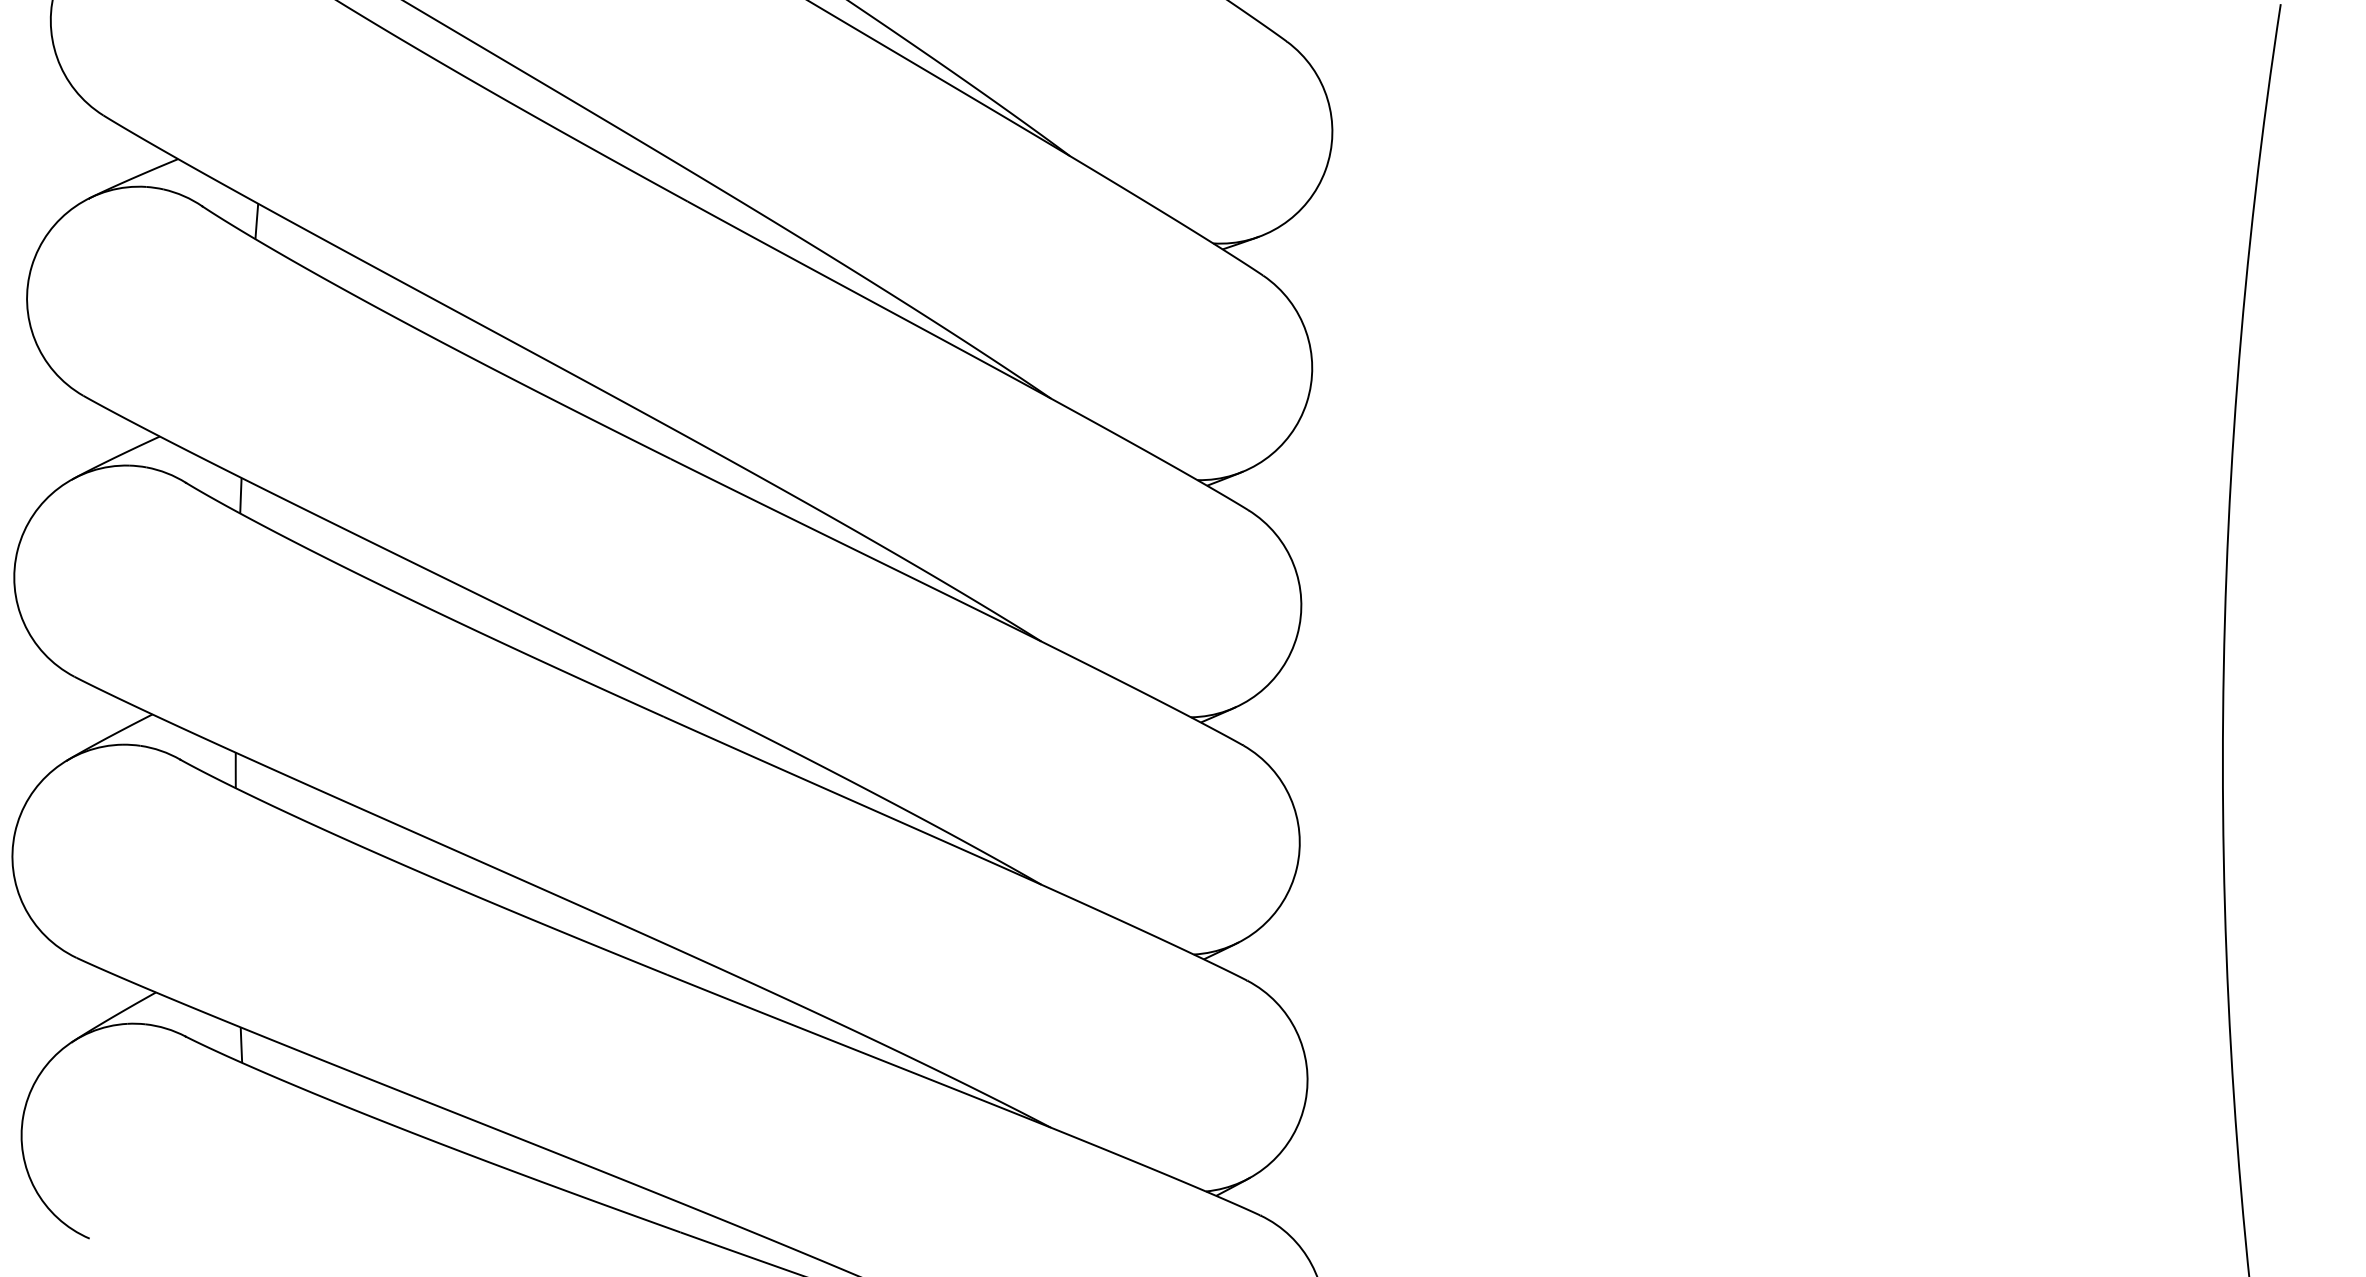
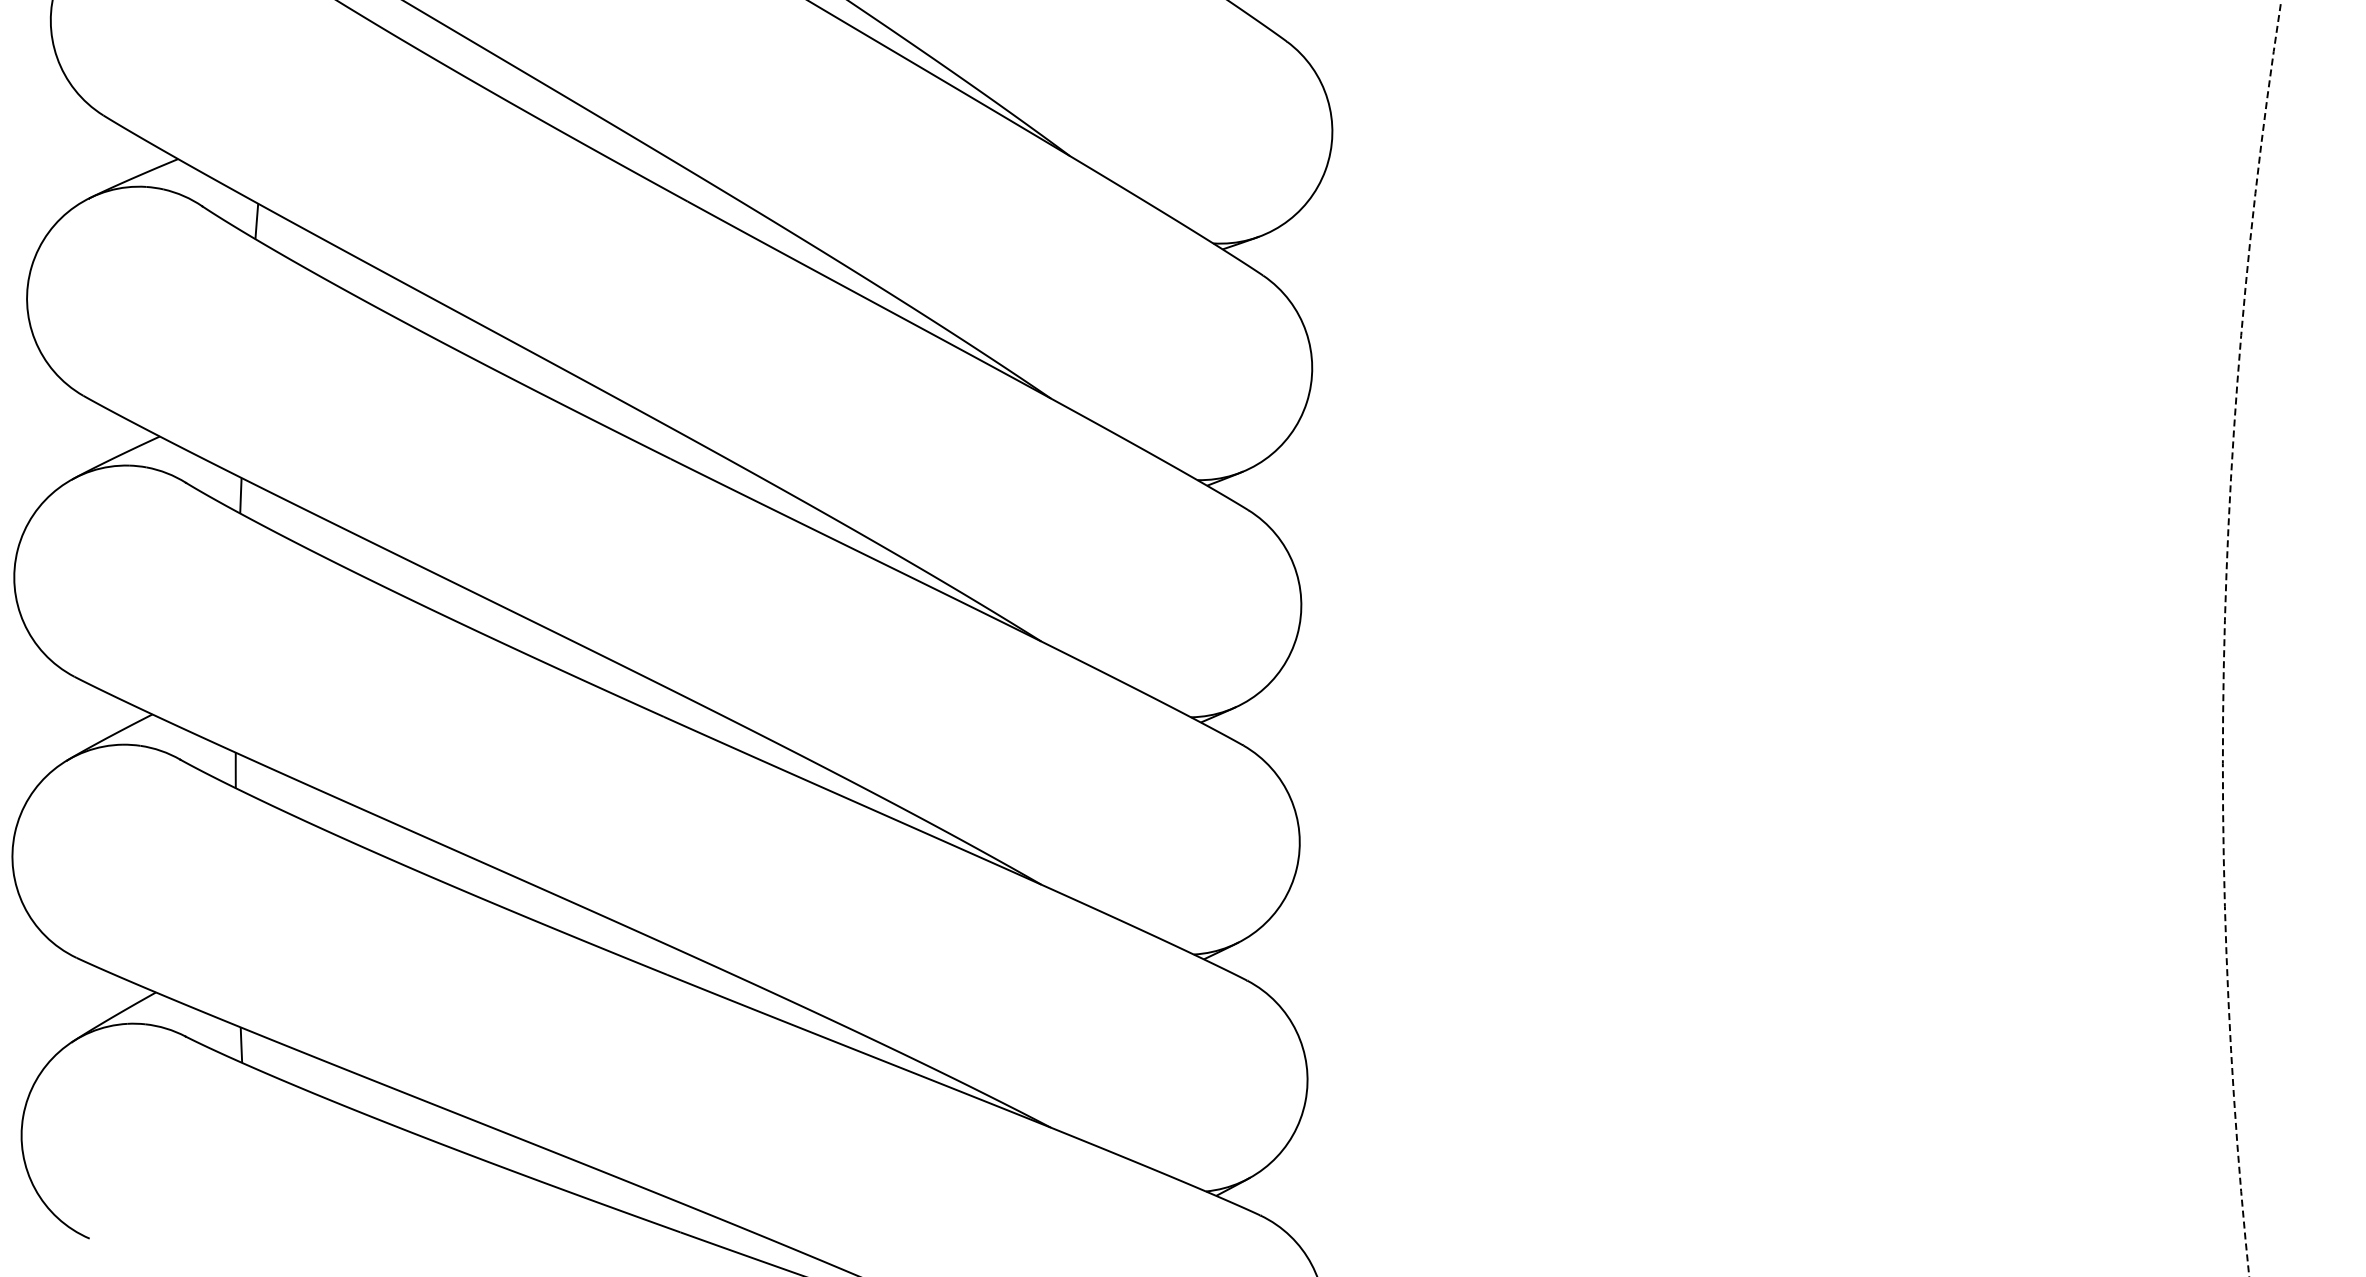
arc at (2224, 640): solid -> dashed
